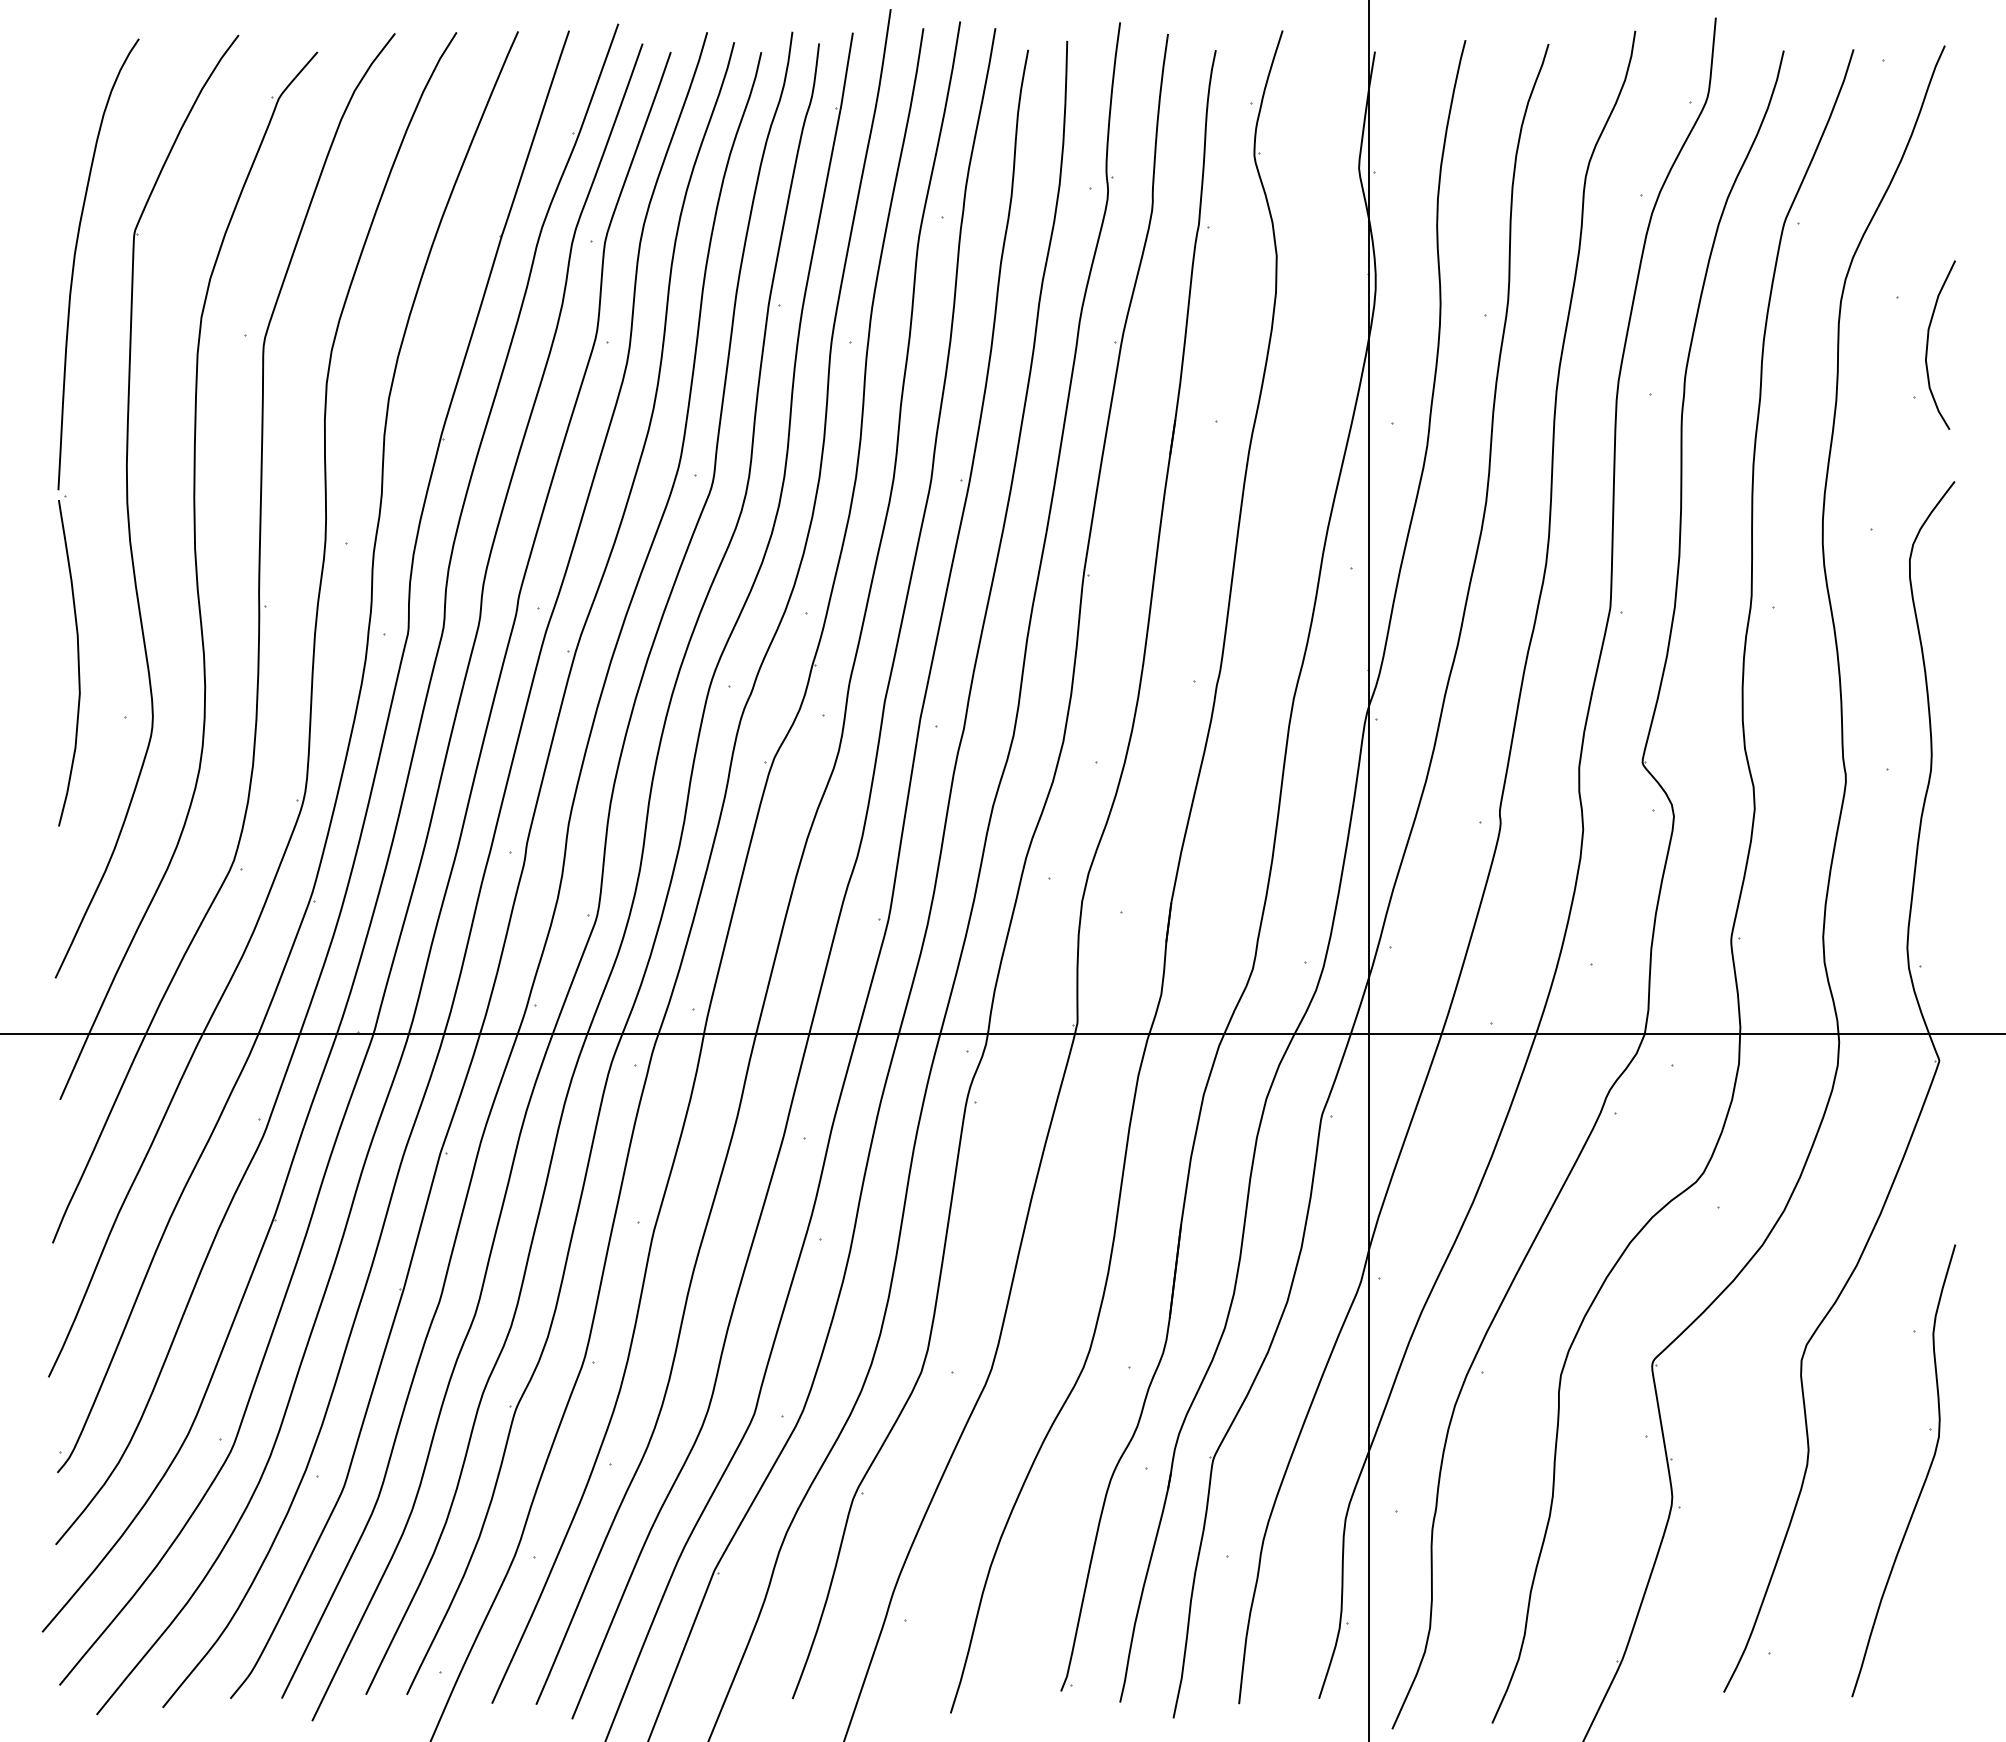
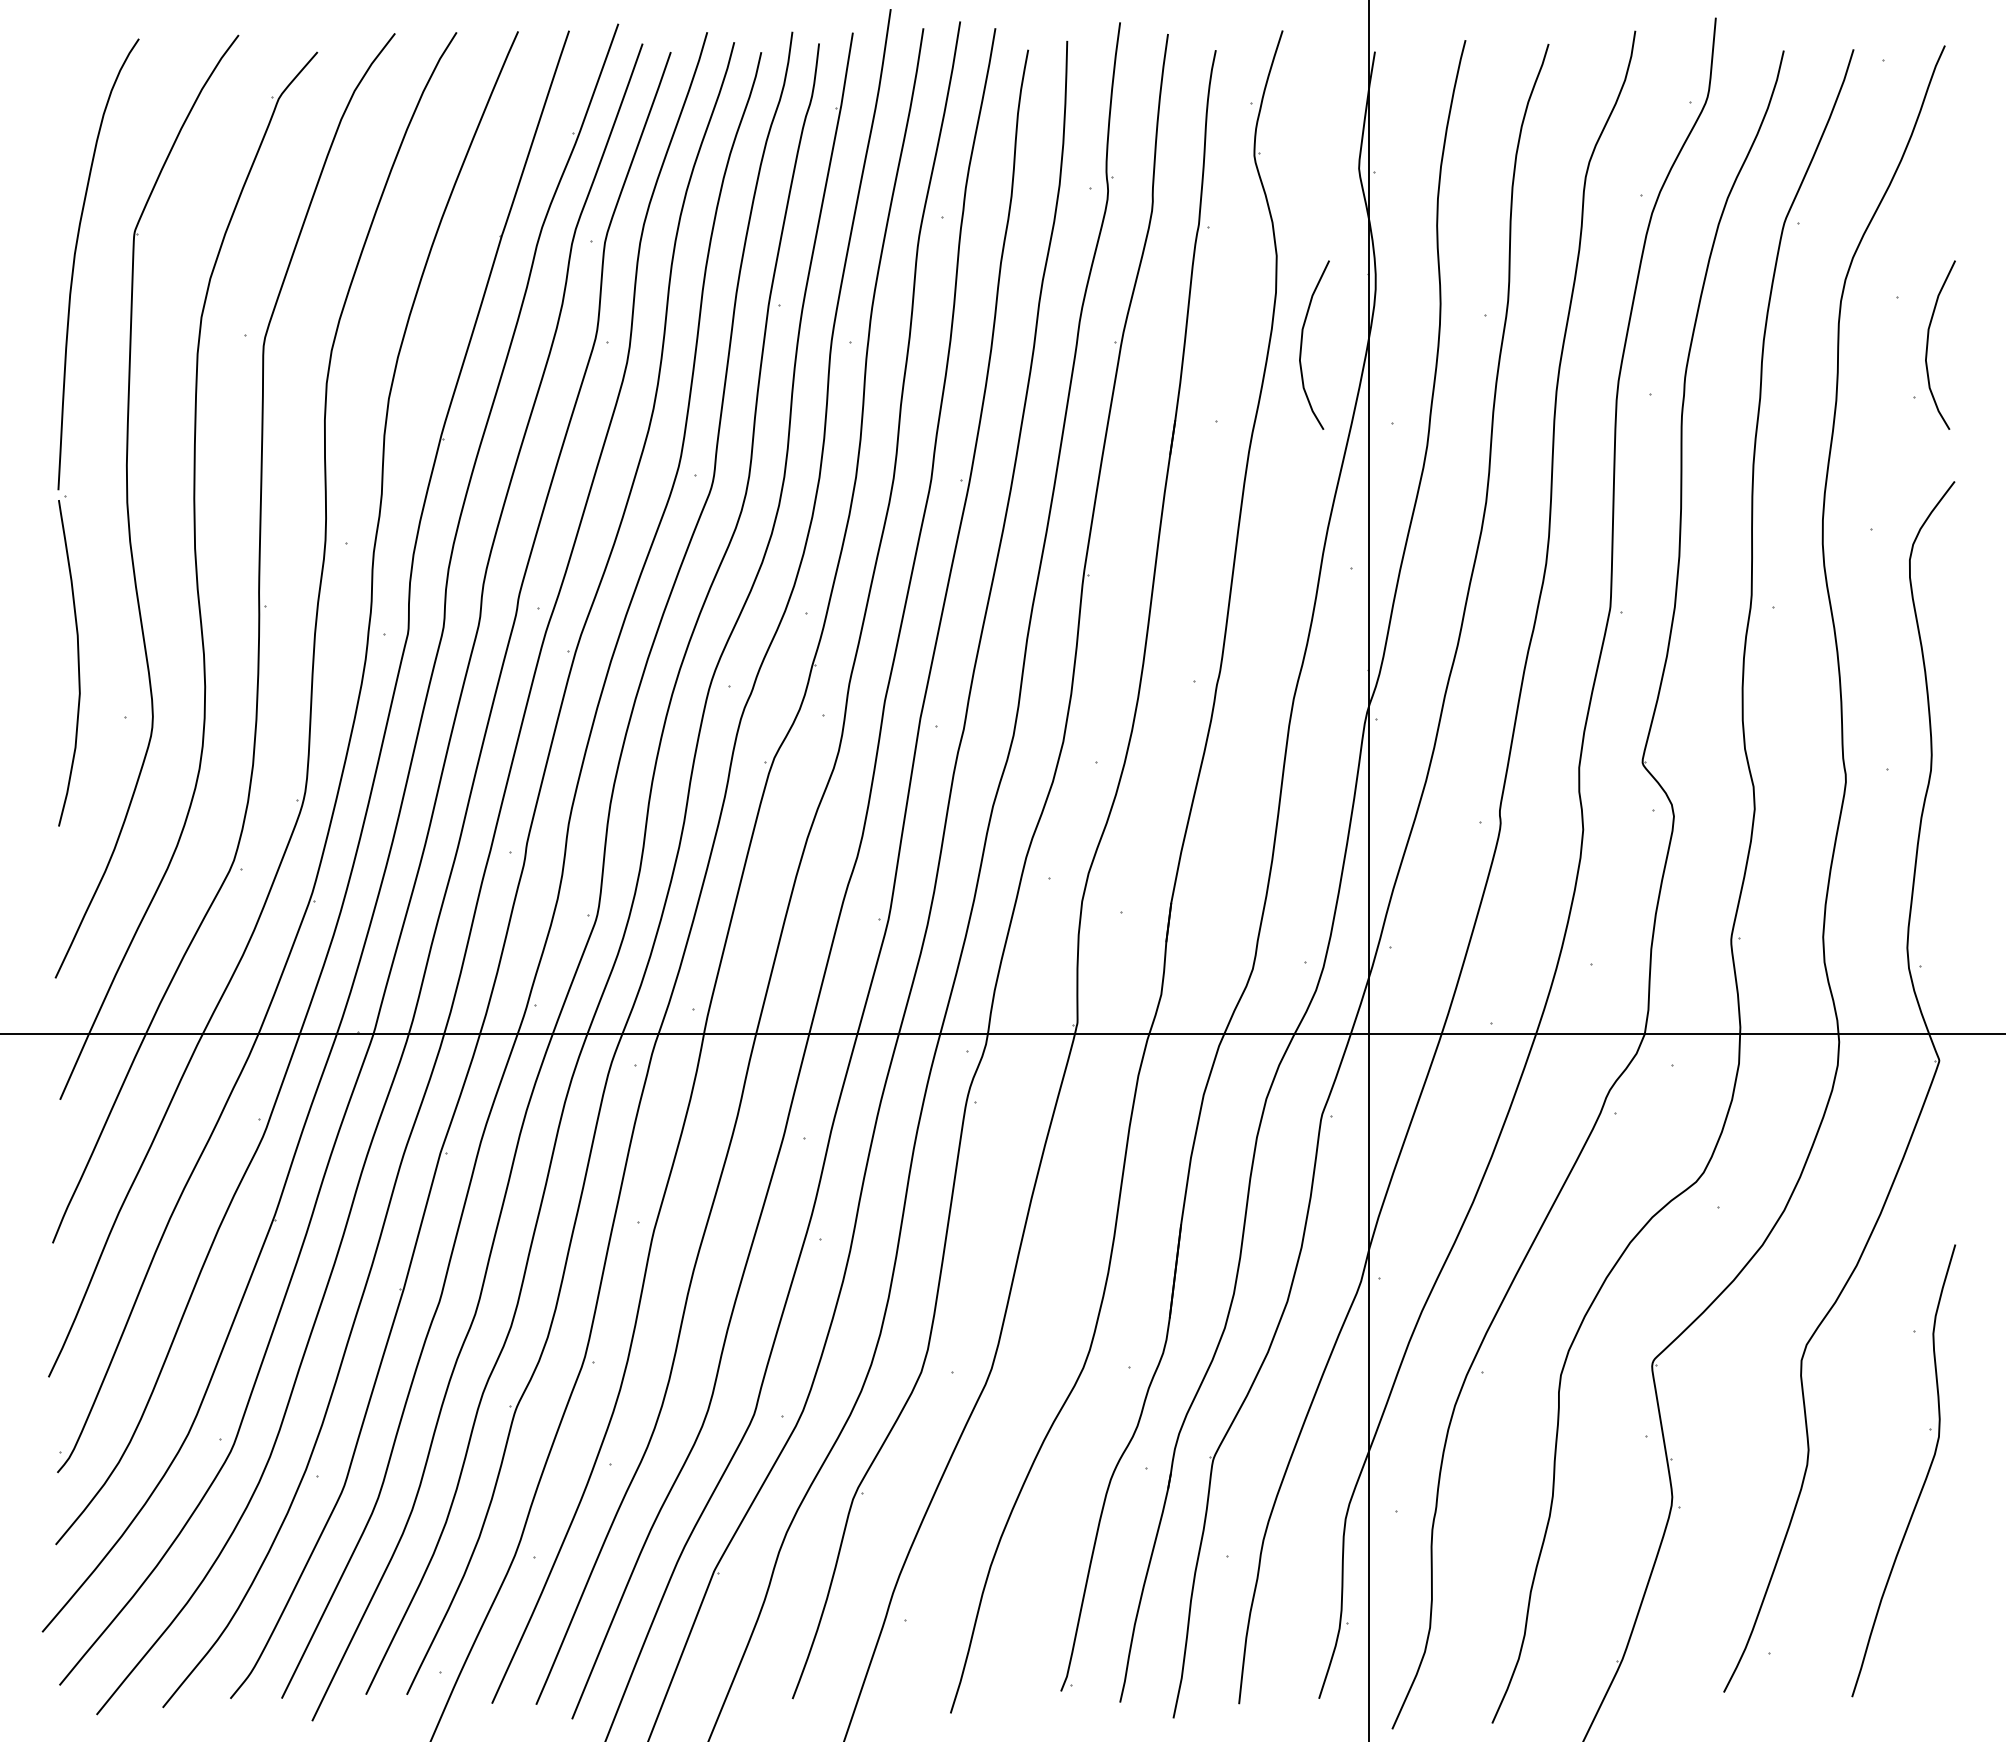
curve at (1302, 344): none -> present
